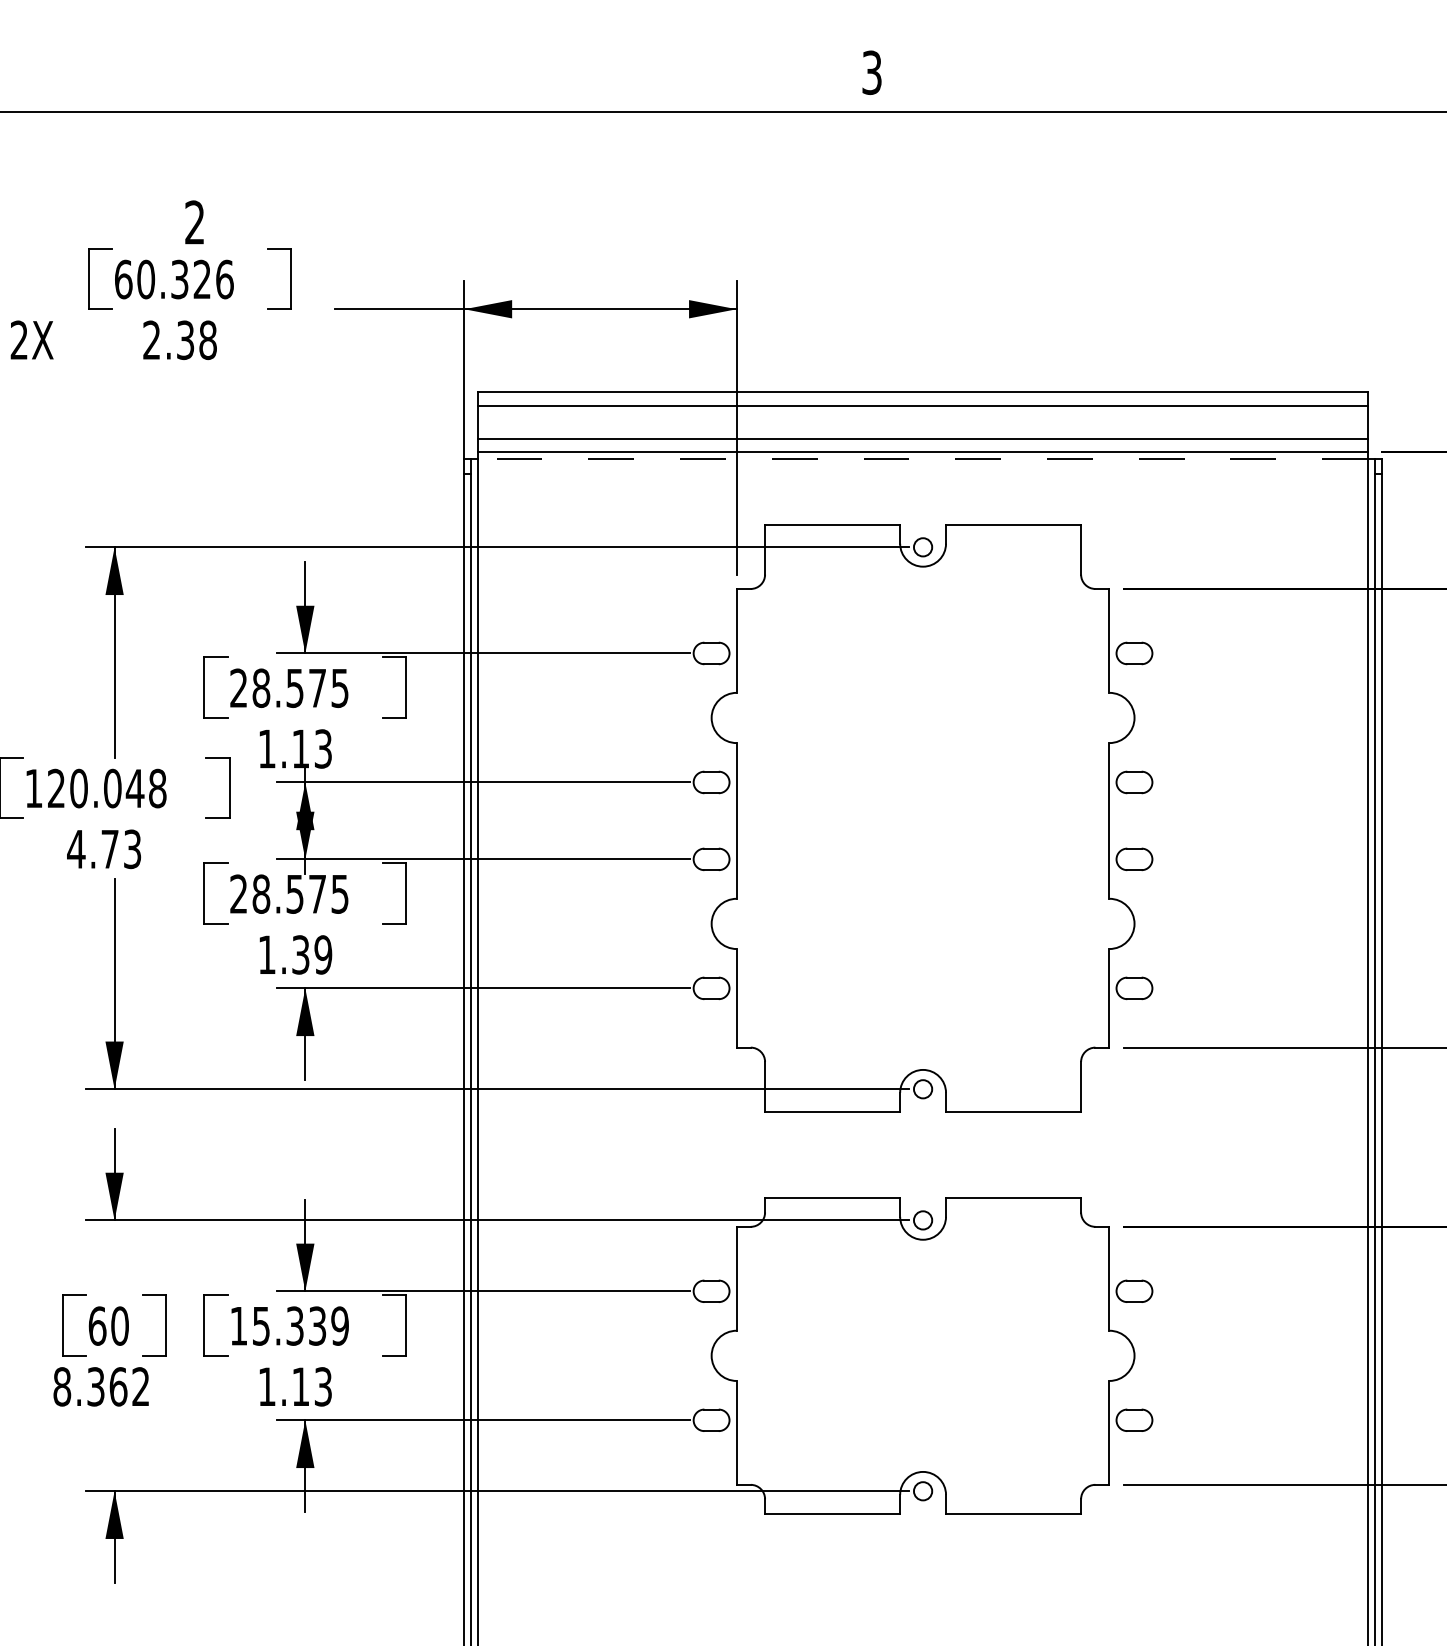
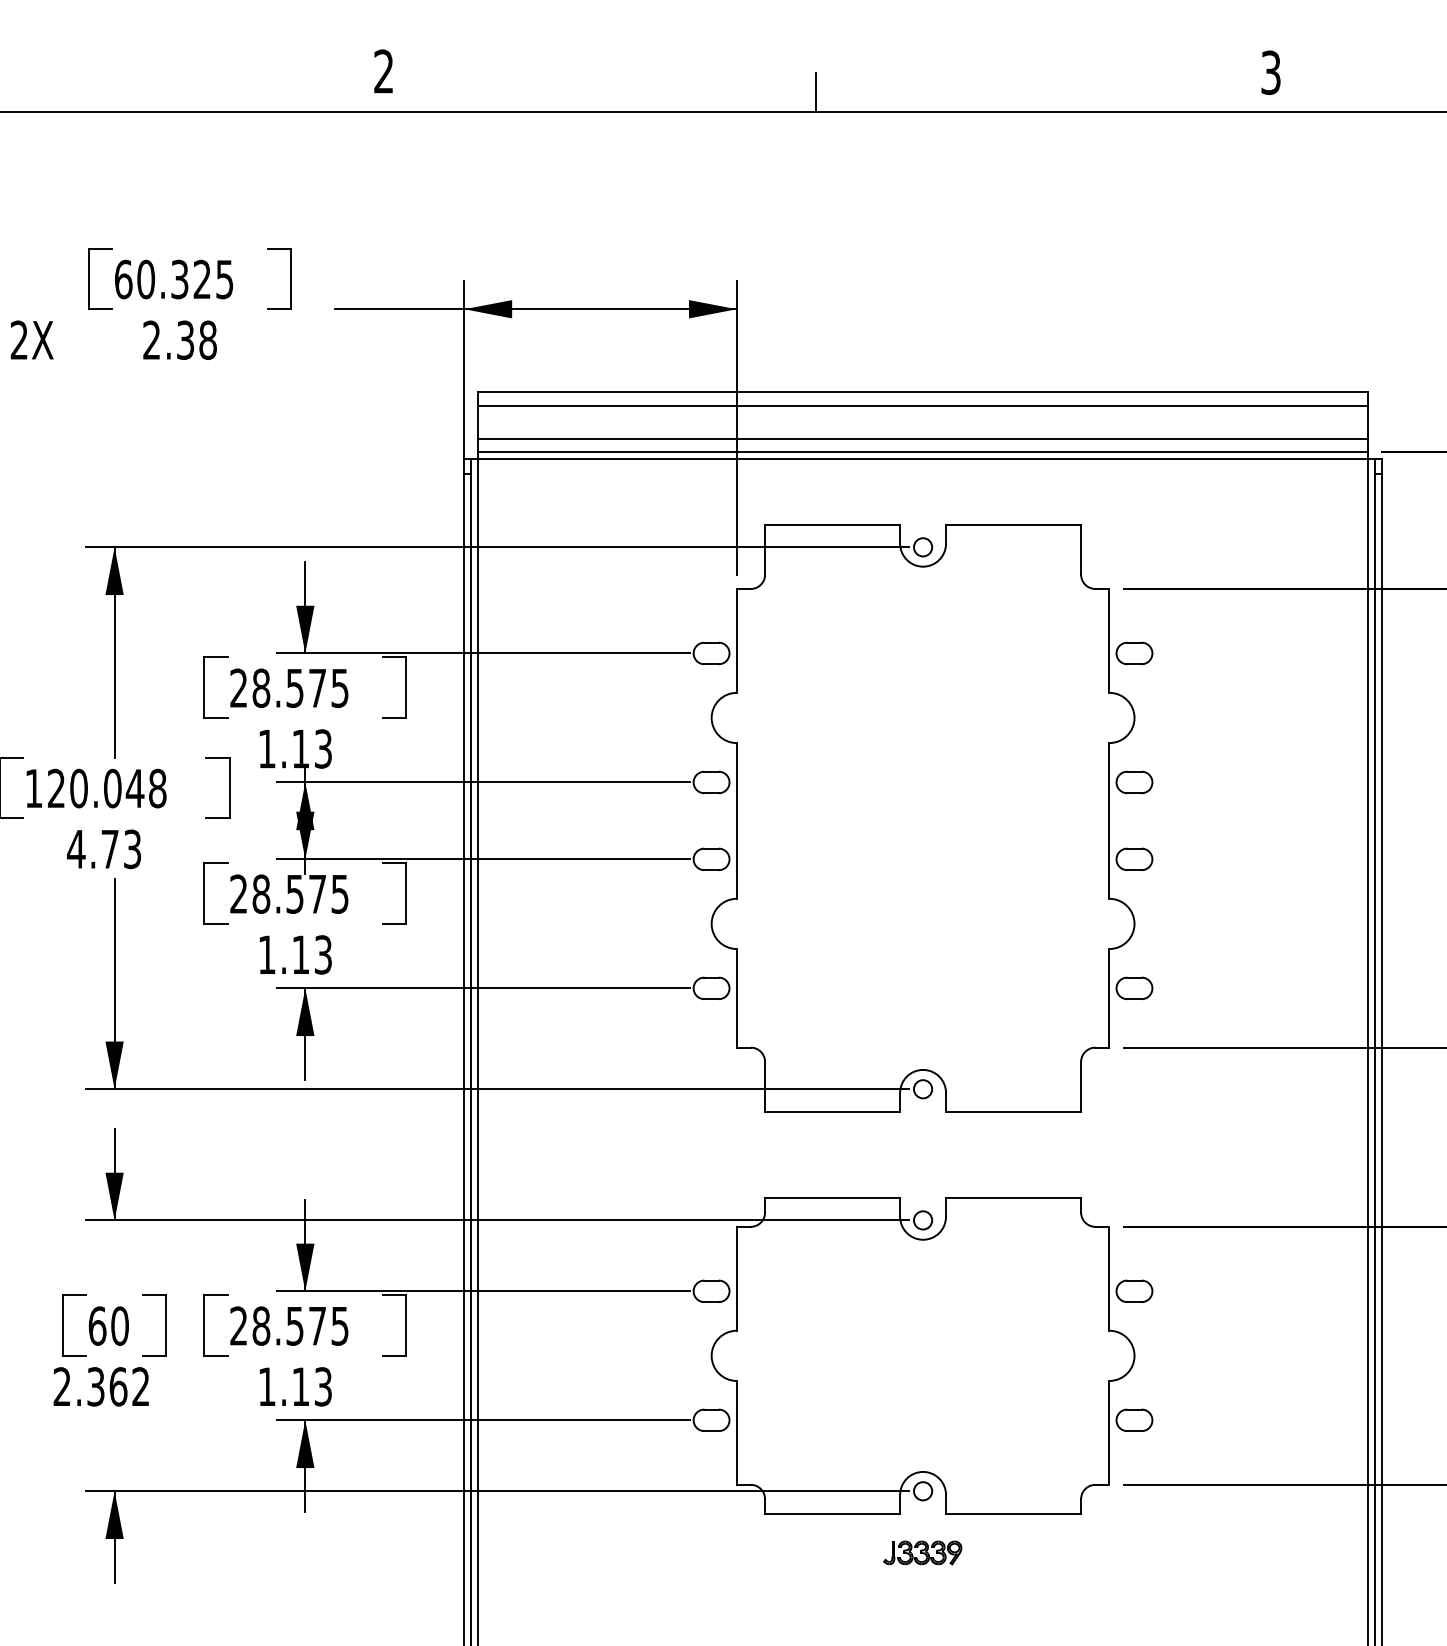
text at (871, 72) position: (871, 72) -> (1270, 72)
line at (815, 92): none -> present
text at (194, 222) position: (194, 222) -> (383, 71)
text at (224, 279): 60.326 -> 60.325
line at (923, 459): dashed -> solid
text at (312, 954): 1.39 -> 1.13
text at (289, 1325): 15.339 -> 28.575
text at (62, 1386): 8.362 -> 2.362
part at (922, 1552): none -> present
